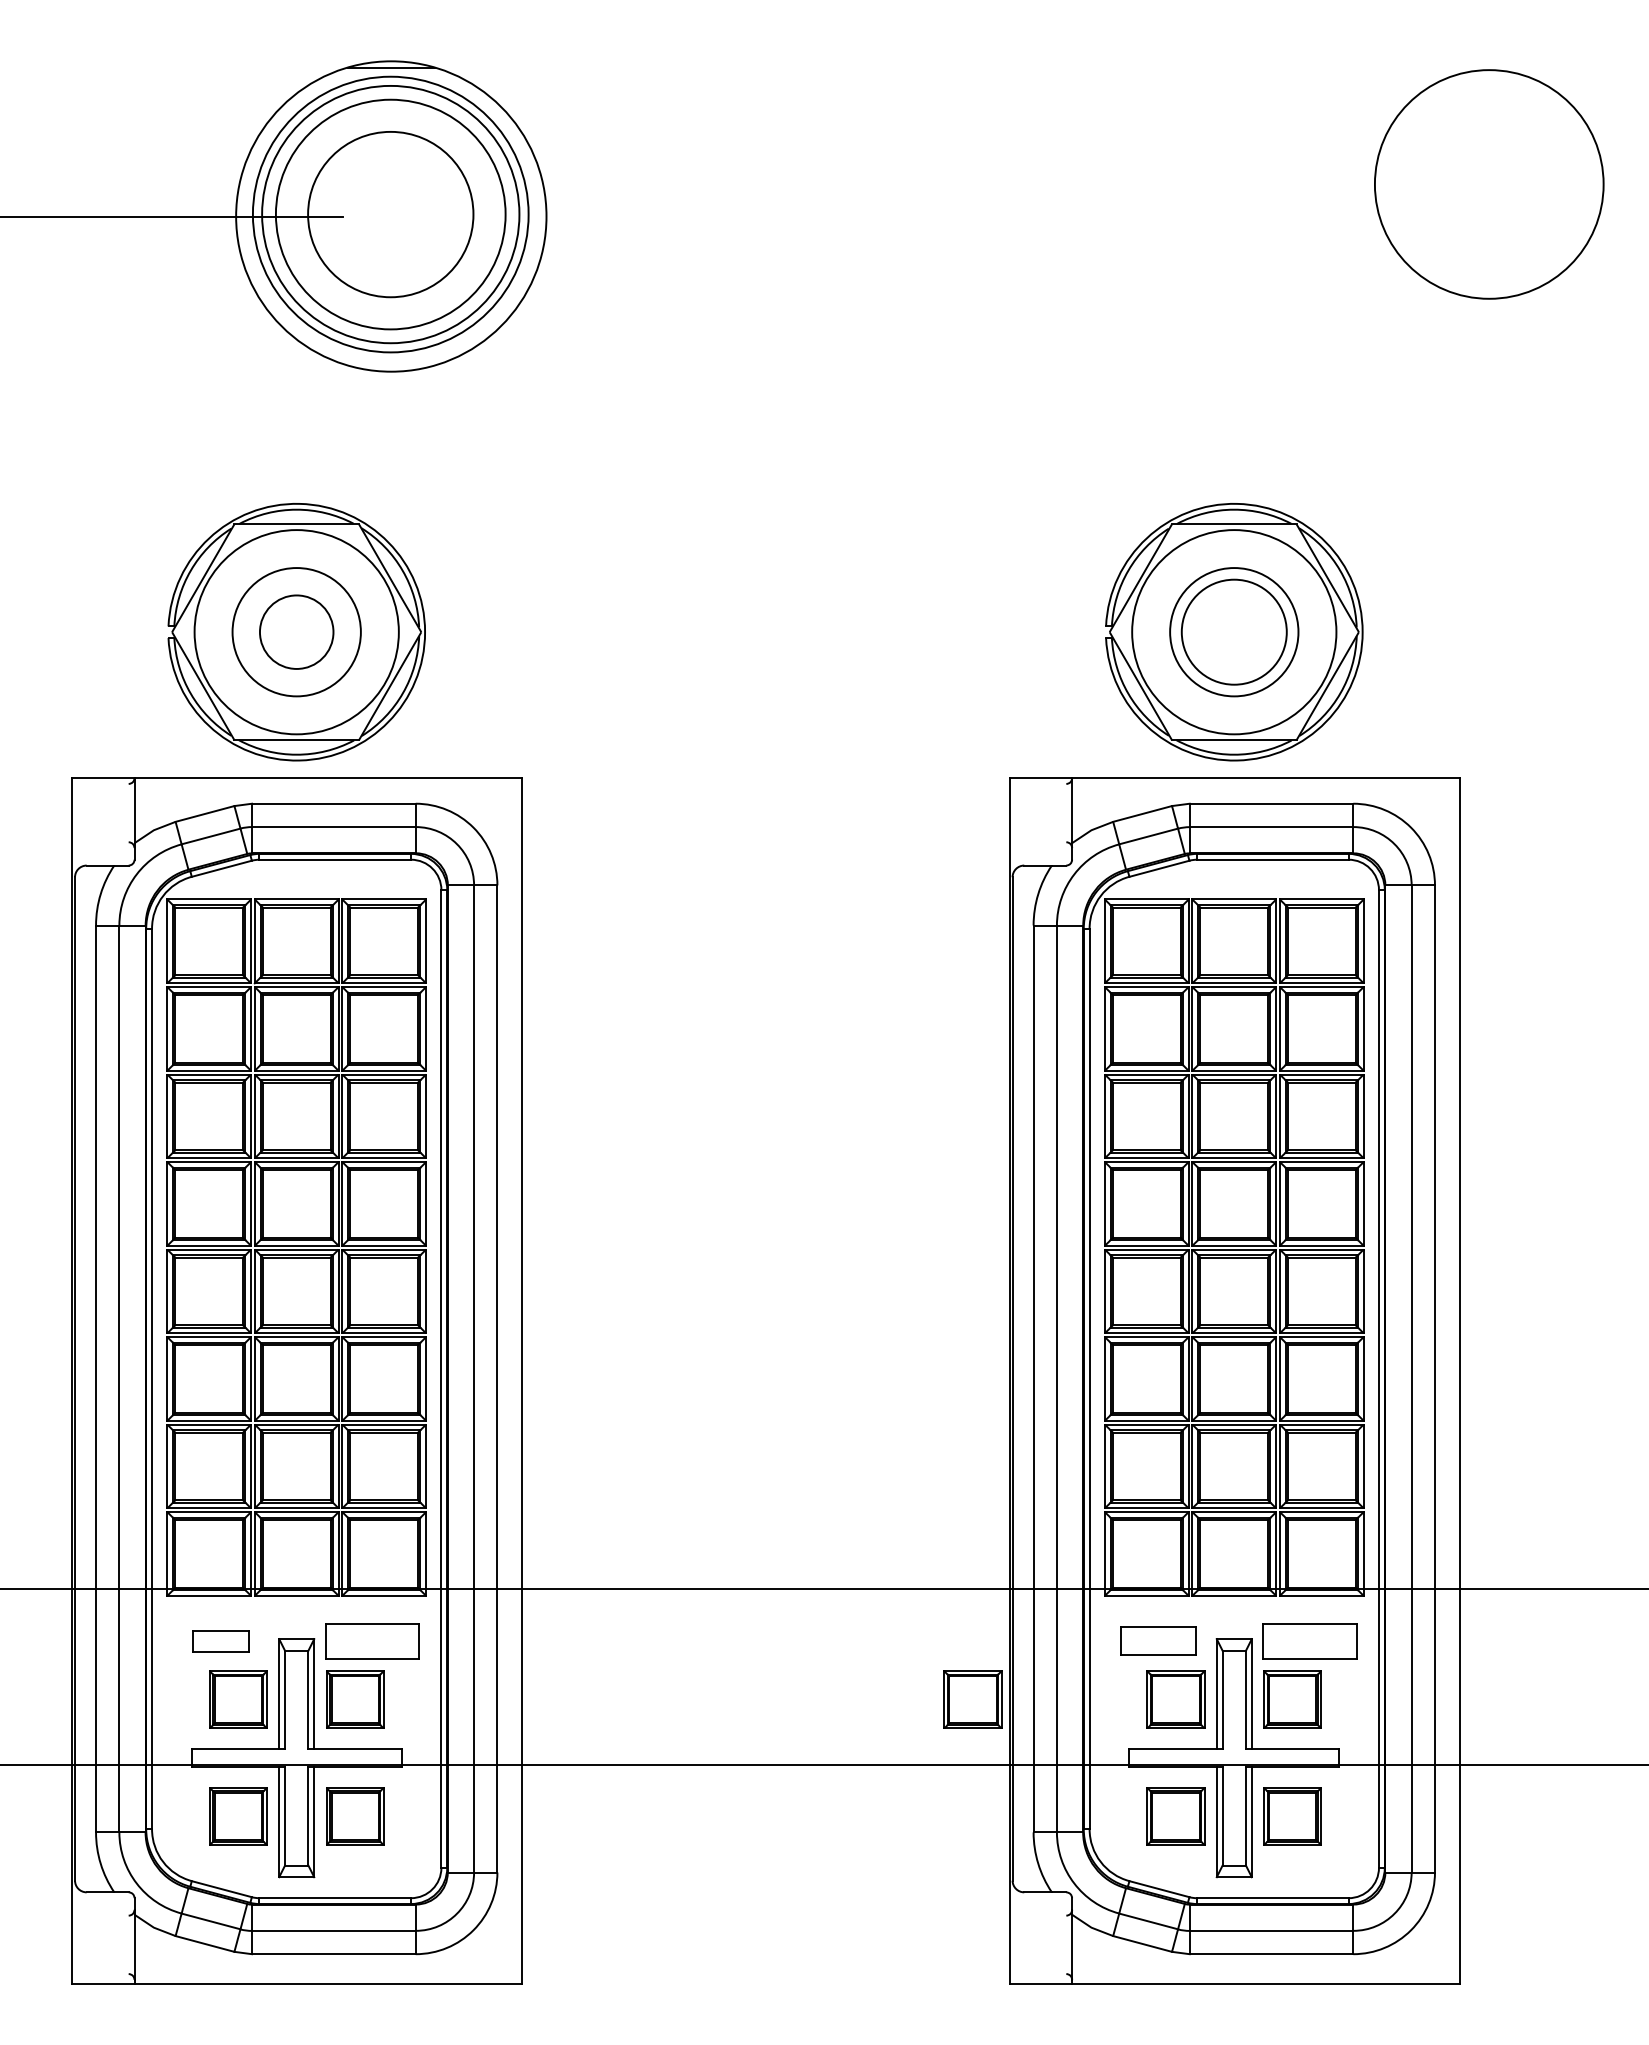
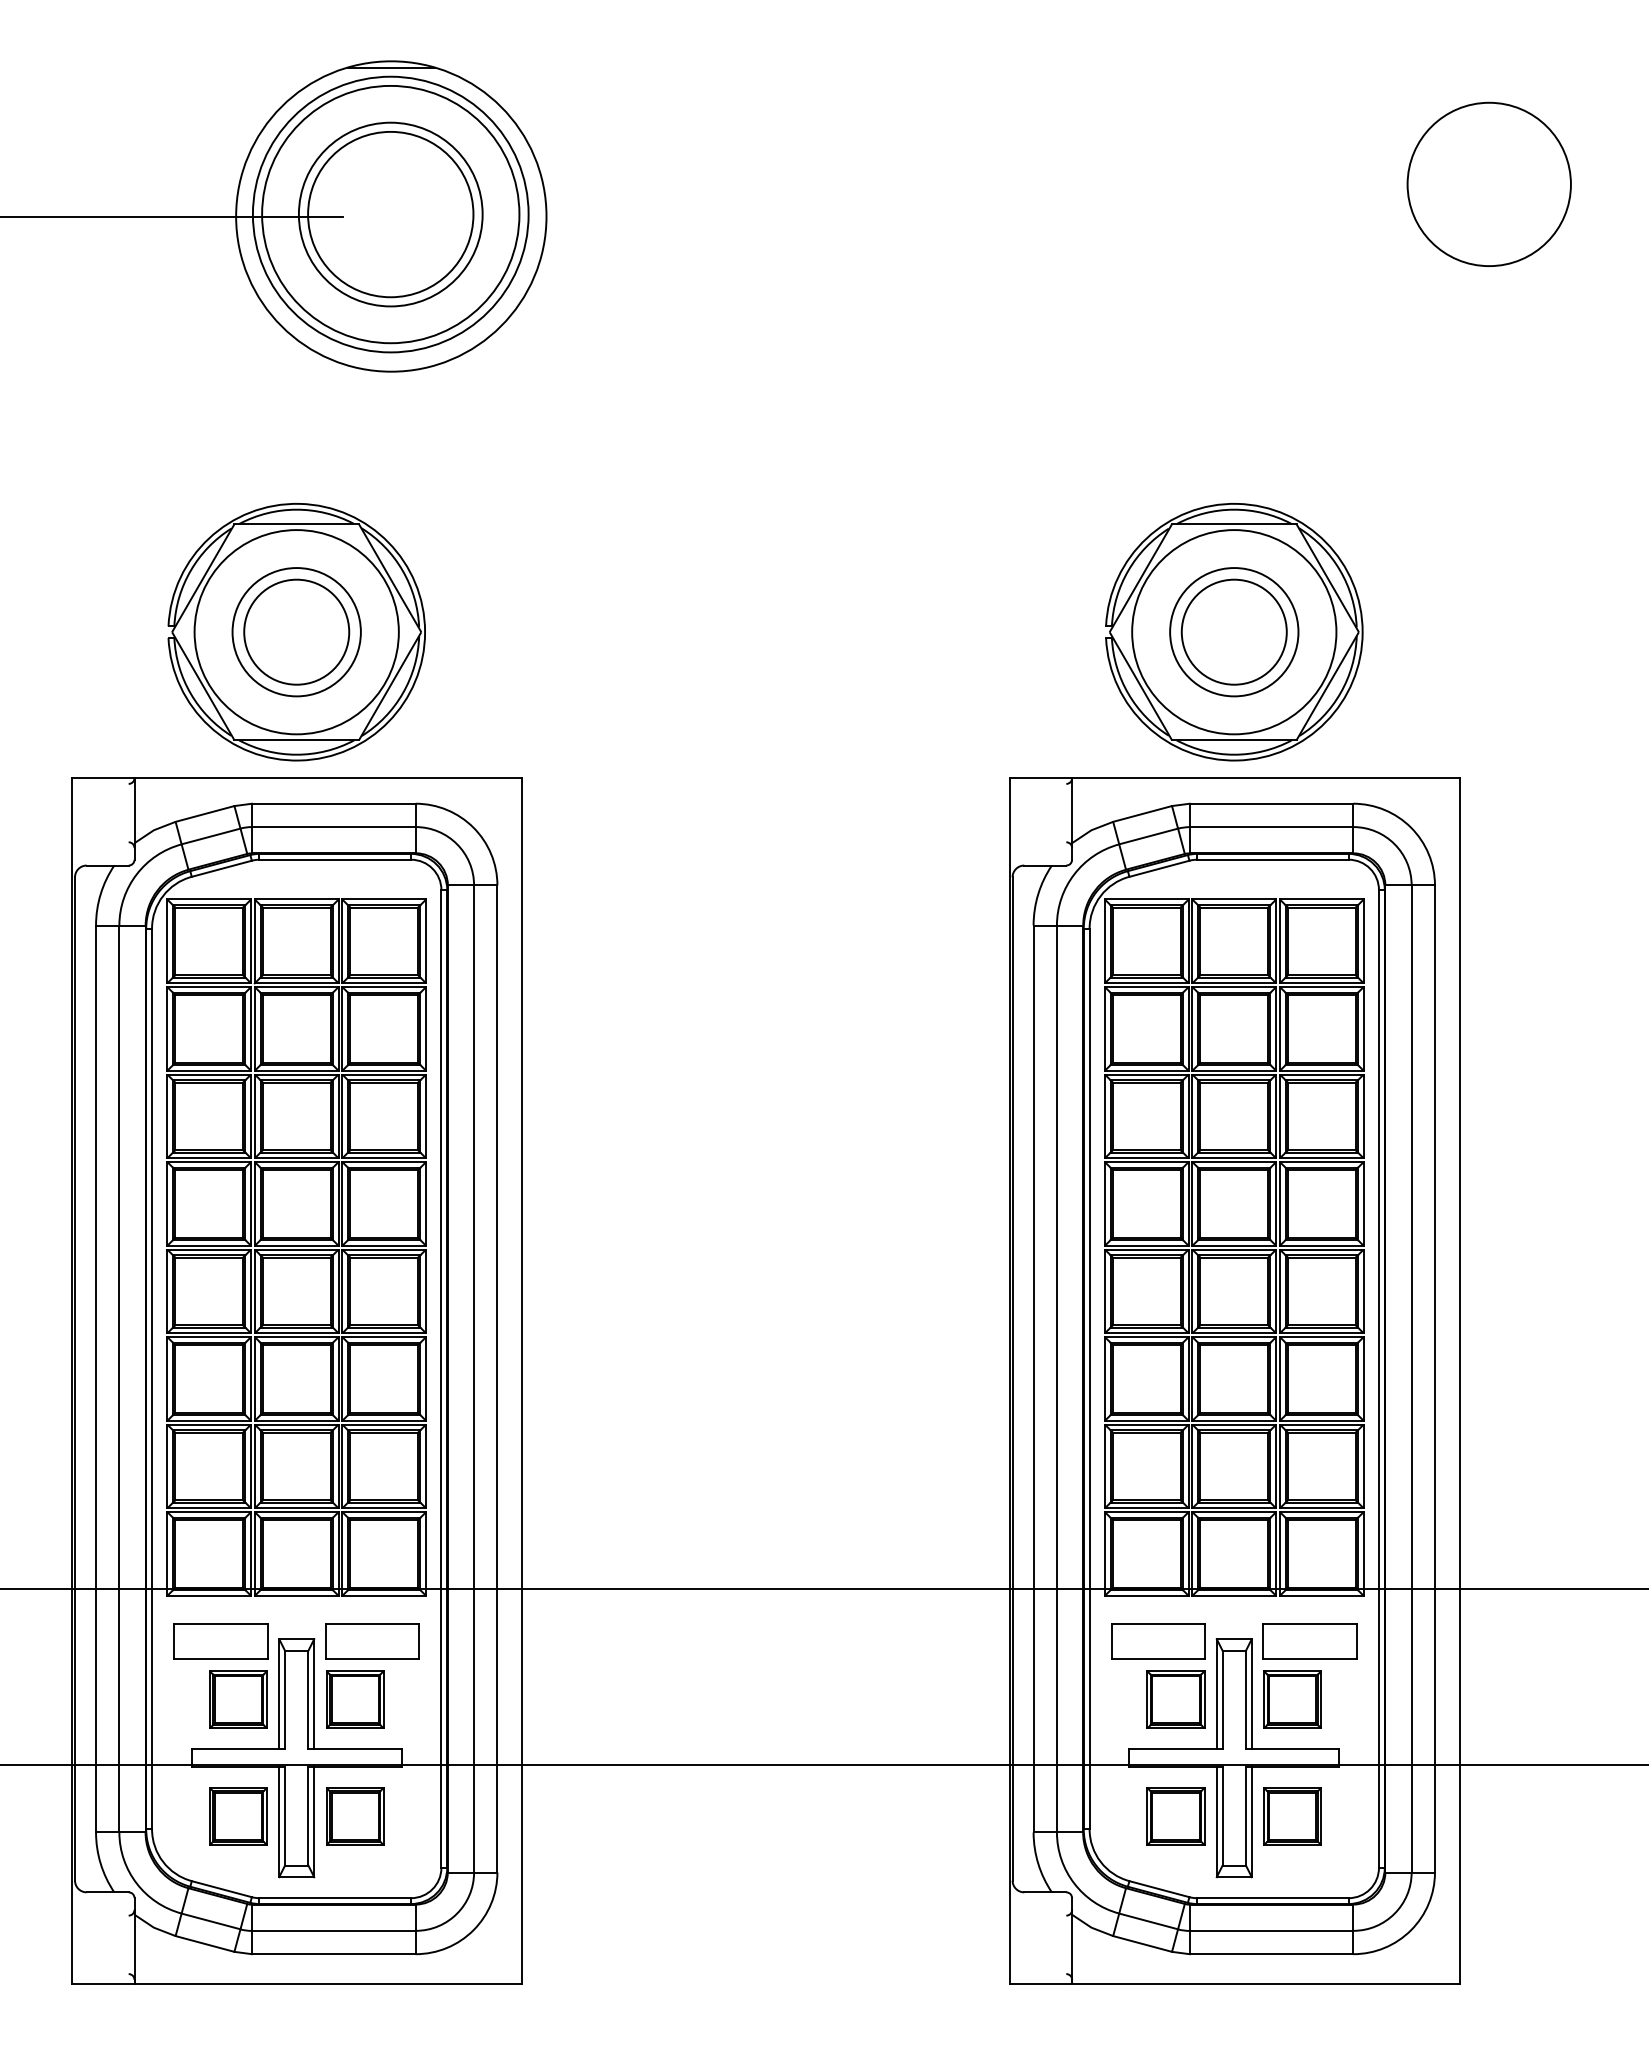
circle at (1488, 184) diameter: 229 px -> 163 px
circle at (390, 214) diameter: 230 px -> 184 px
circle at (296, 631) diameter: 74 px -> 105 px
part at (1158, 1640) size: 77x30 px -> 95x37 px
part at (220, 1641) size: 58x23 px -> 96x37 px
part at (972, 1699): present -> none
